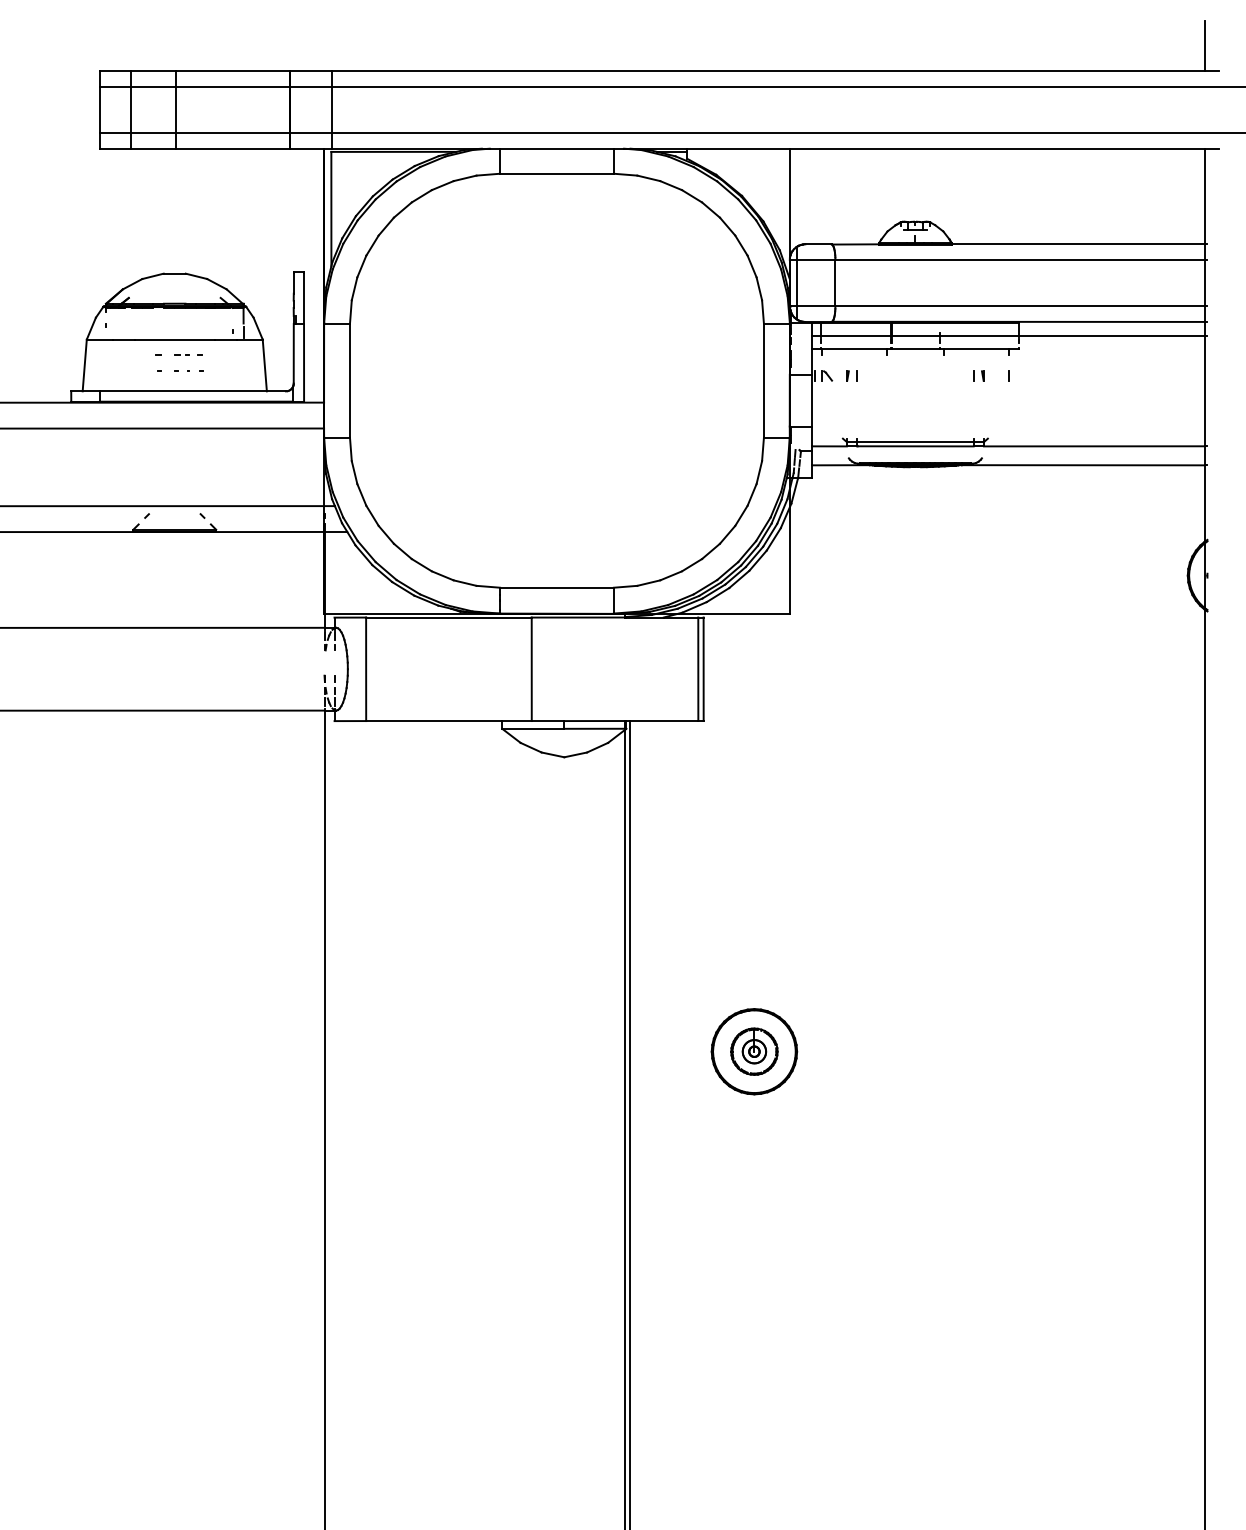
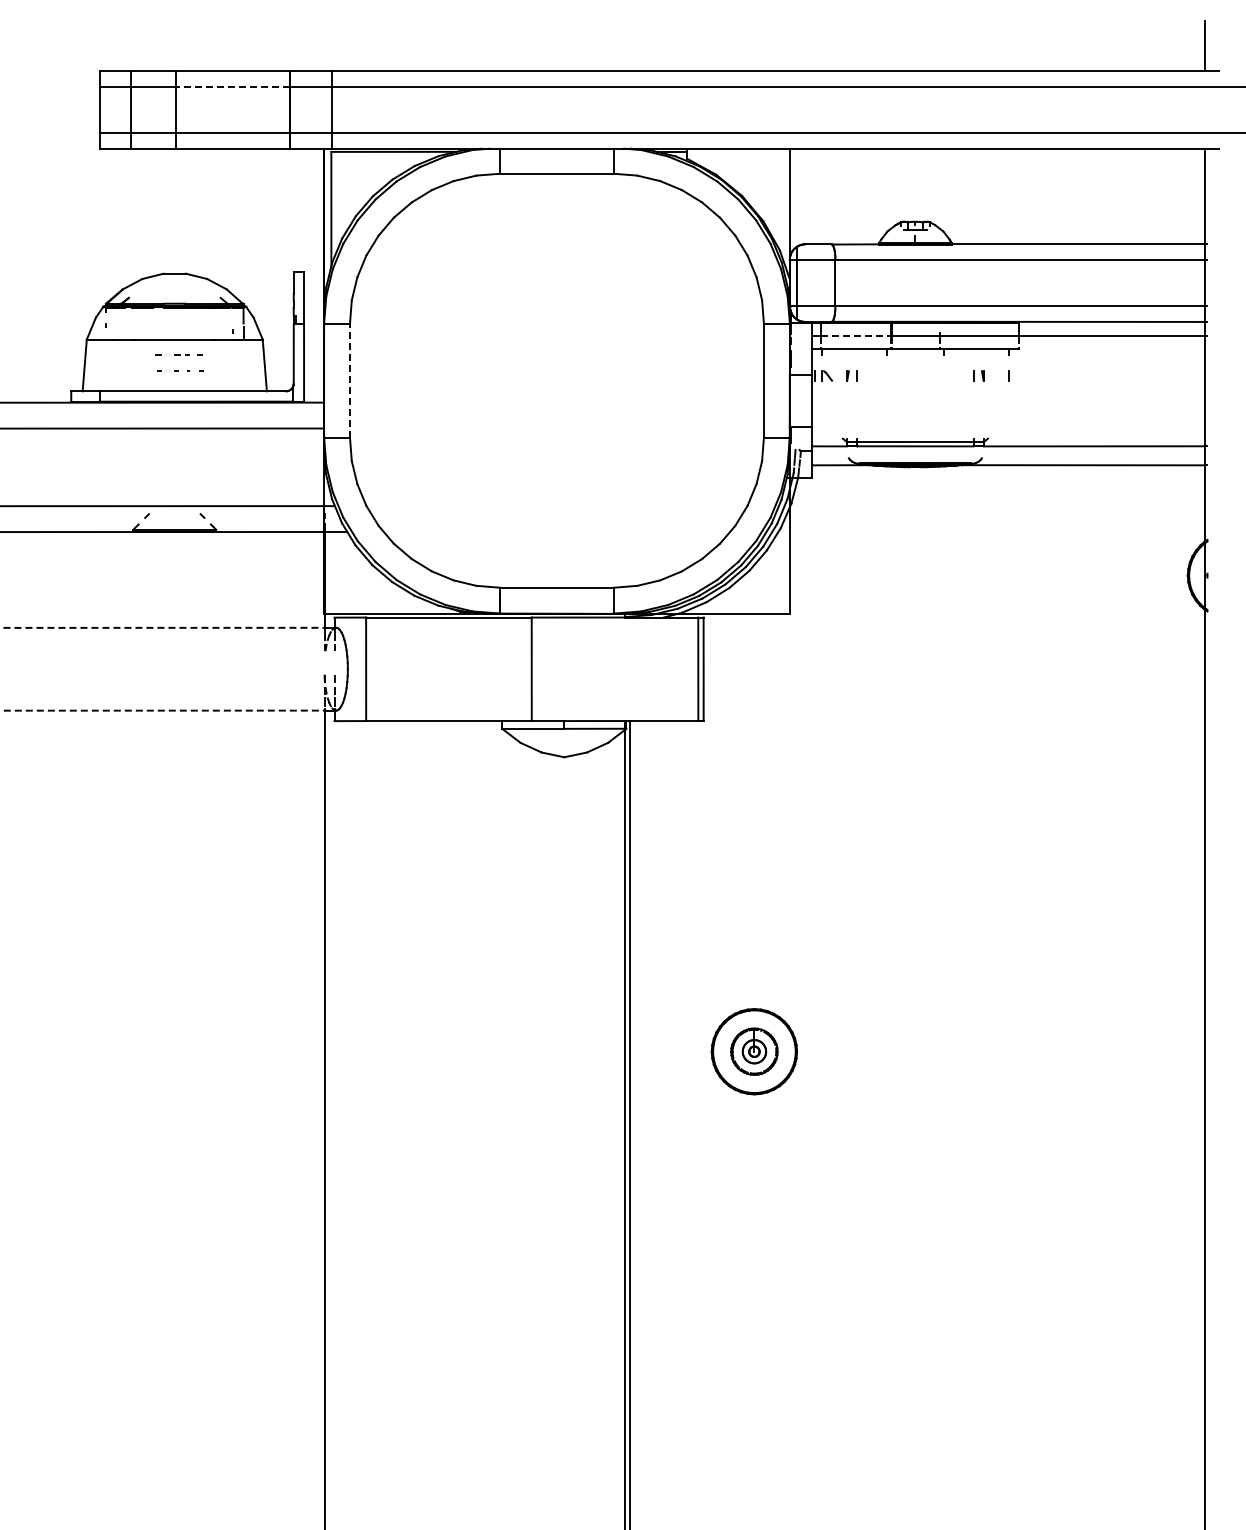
line at (233, 86): solid -> dashed
line at (856, 335): solid -> dashed
line at (349, 380): solid -> dashed
line at (163, 627): solid -> dashed
line at (163, 710): solid -> dashed
